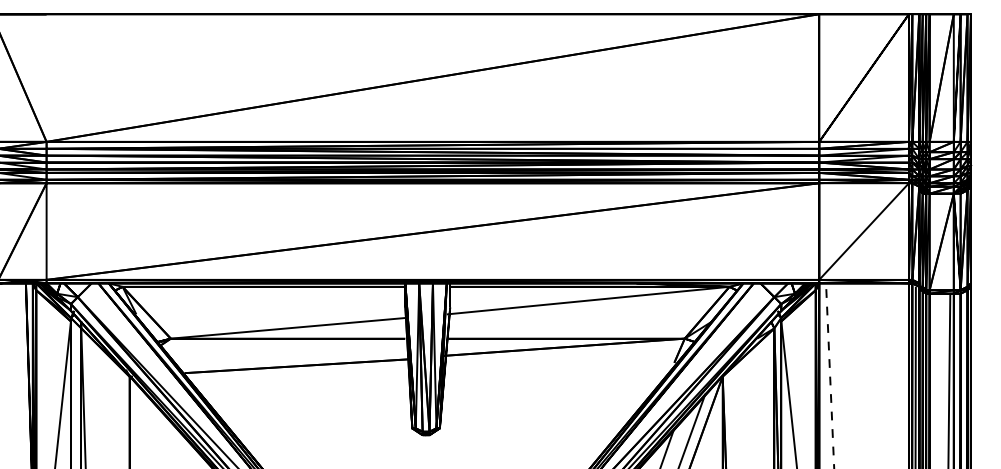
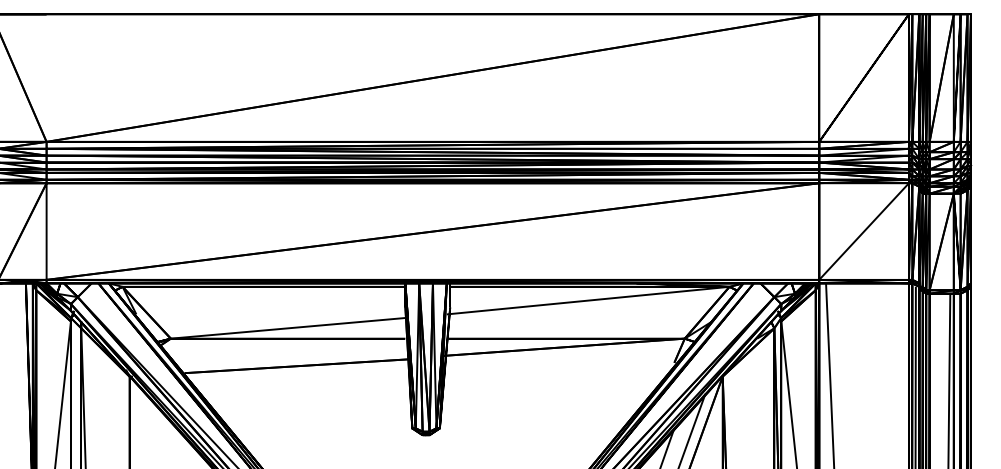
line at (830, 375): dashed -> solid
